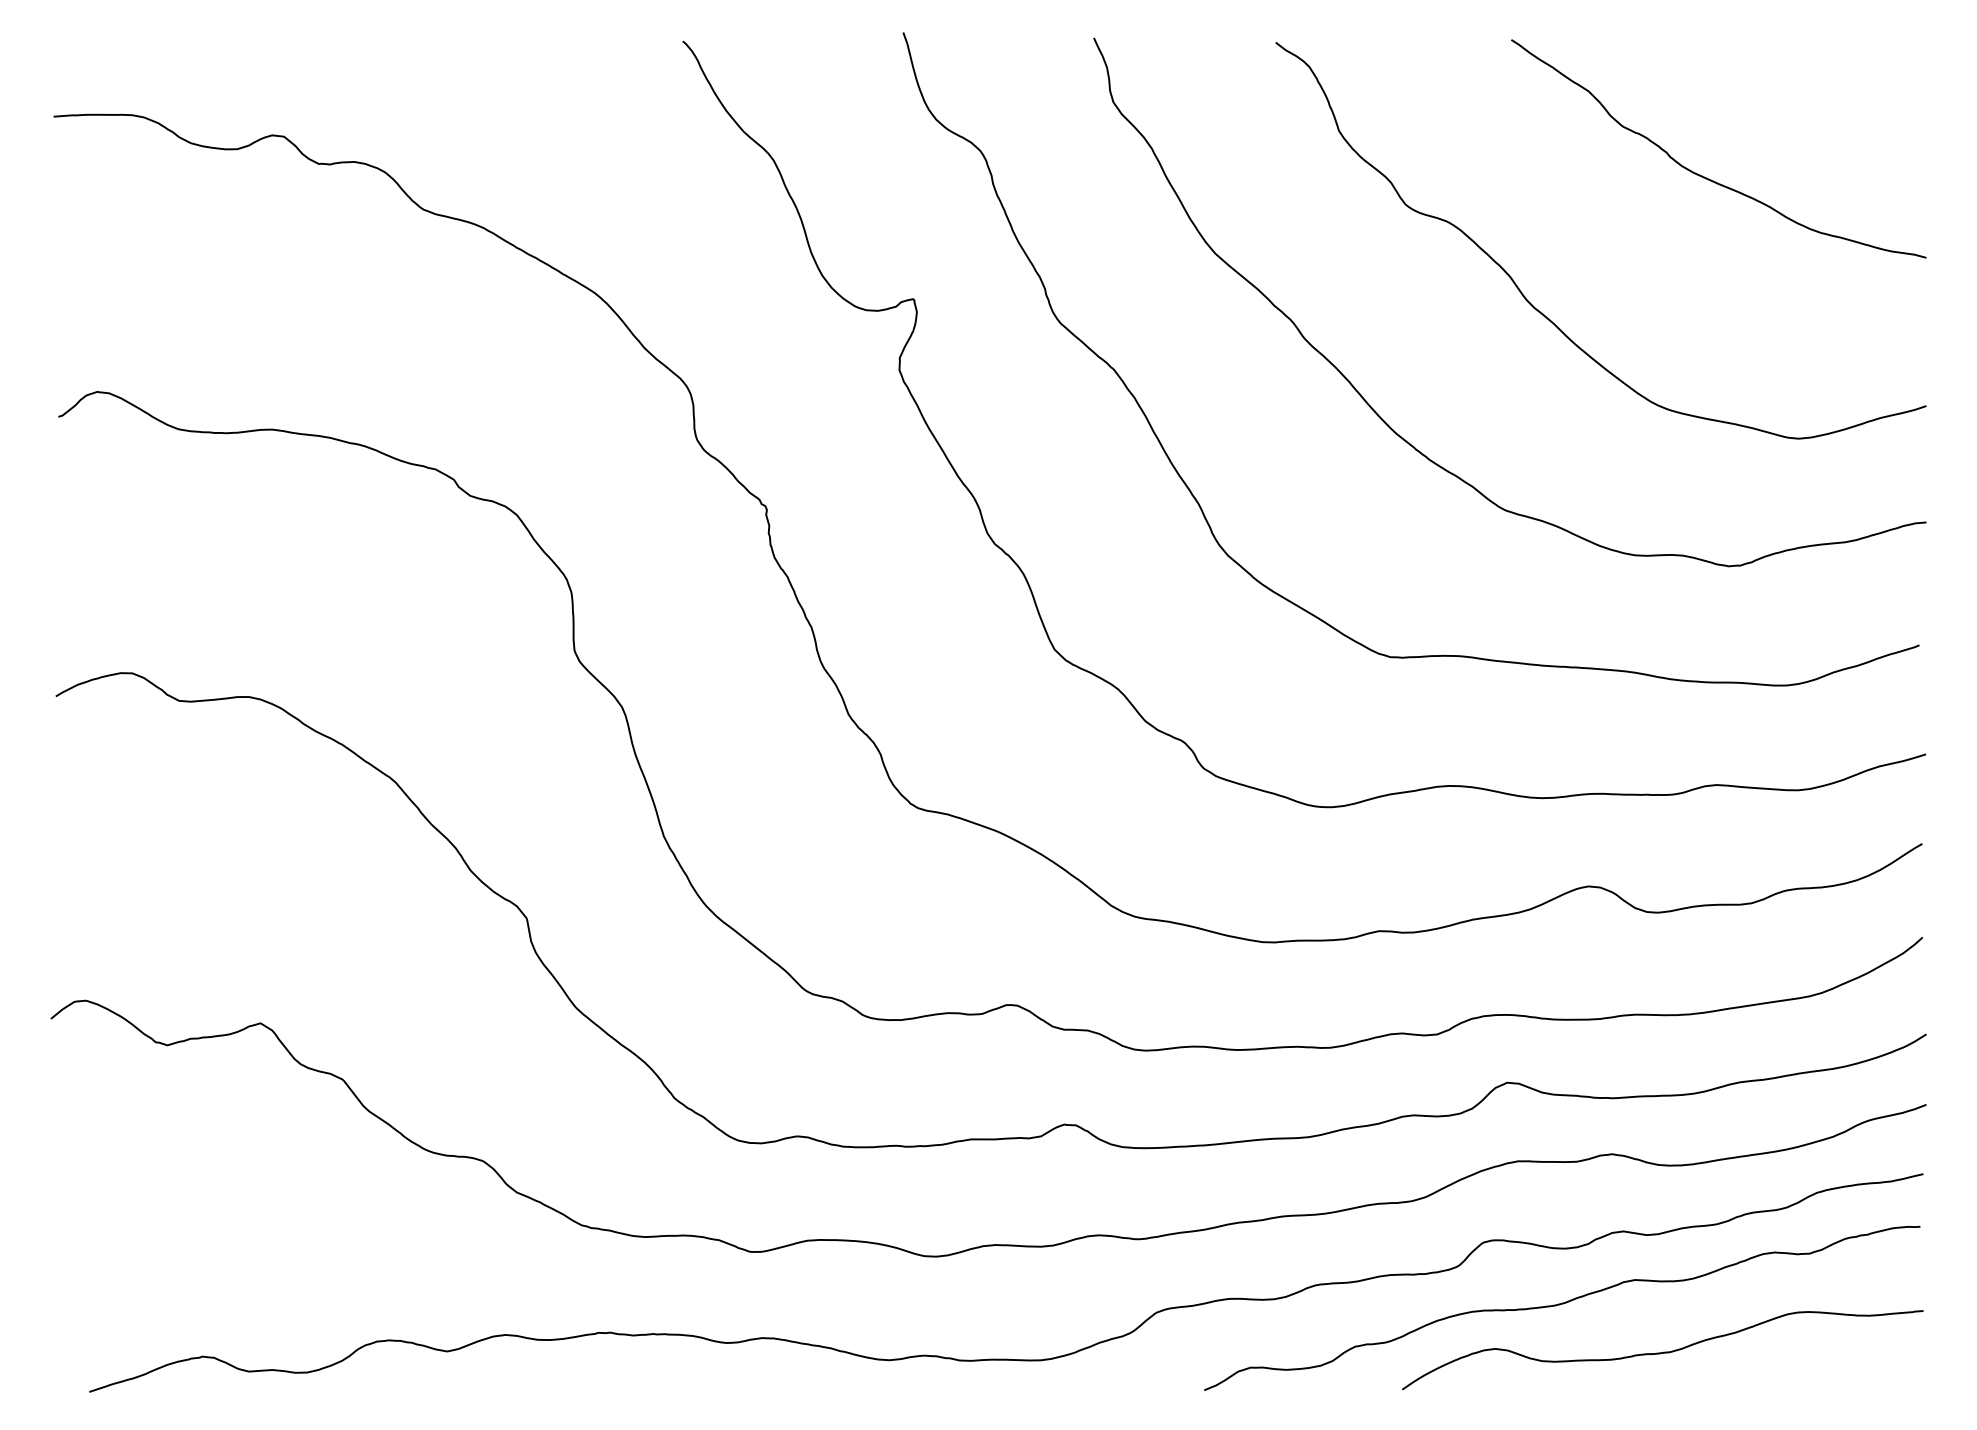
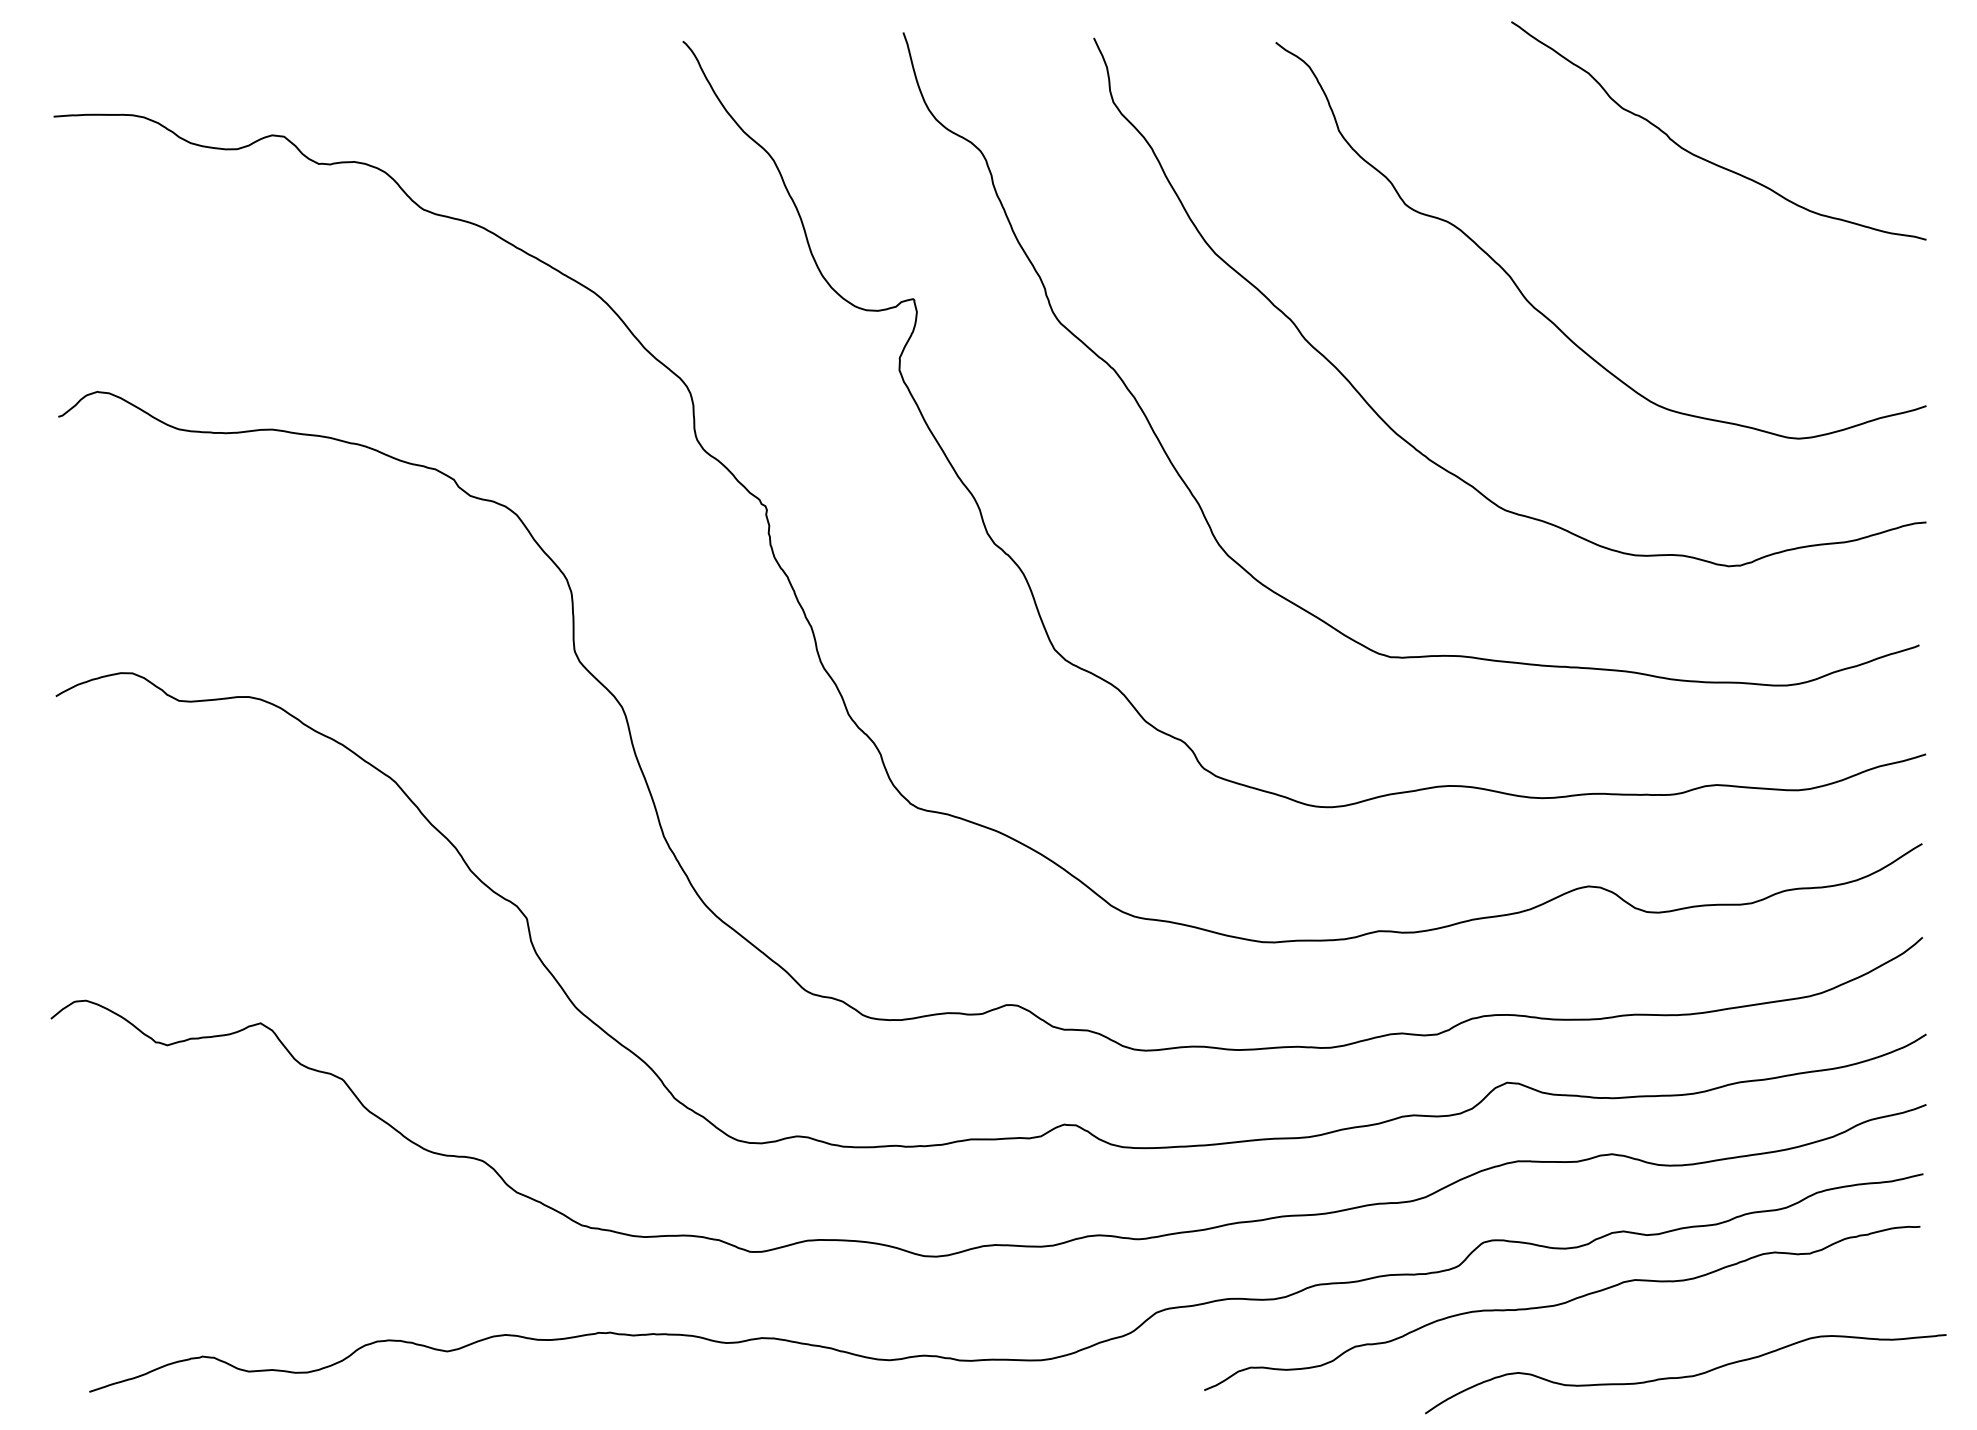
curve at (1704, 176) position: (1704, 176) -> (1704, 158)
curve at (1663, 1351) position: (1663, 1351) -> (1686, 1375)
